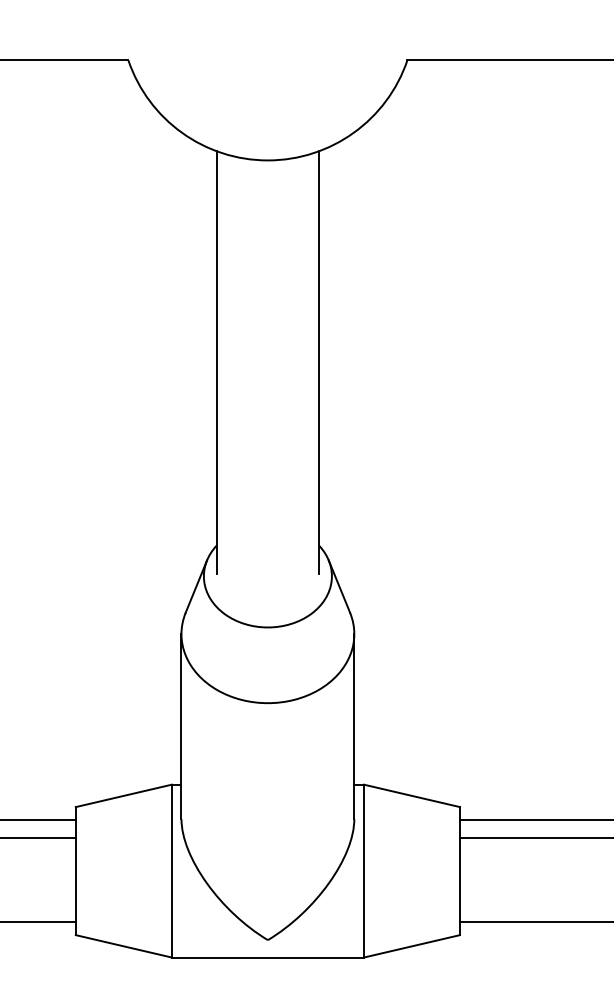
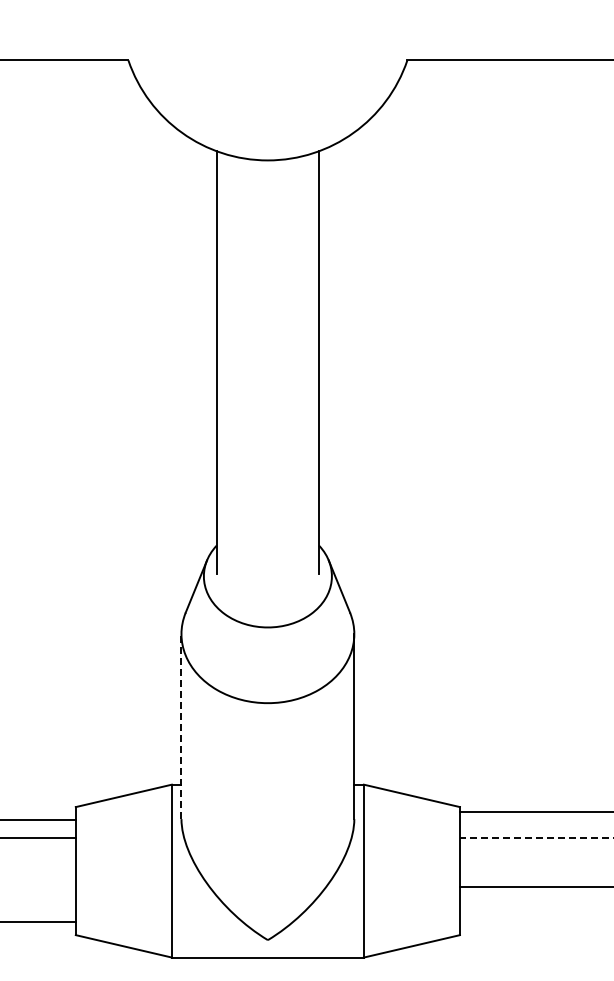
line at (181, 726): solid -> dashed
line at (534, 819) position: (534, 819) -> (534, 811)
line at (536, 838): solid -> dashed
line at (534, 921) position: (534, 921) -> (534, 886)
